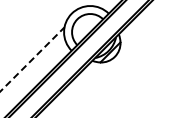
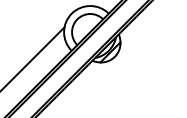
line at (32, 59): dashed -> solid
